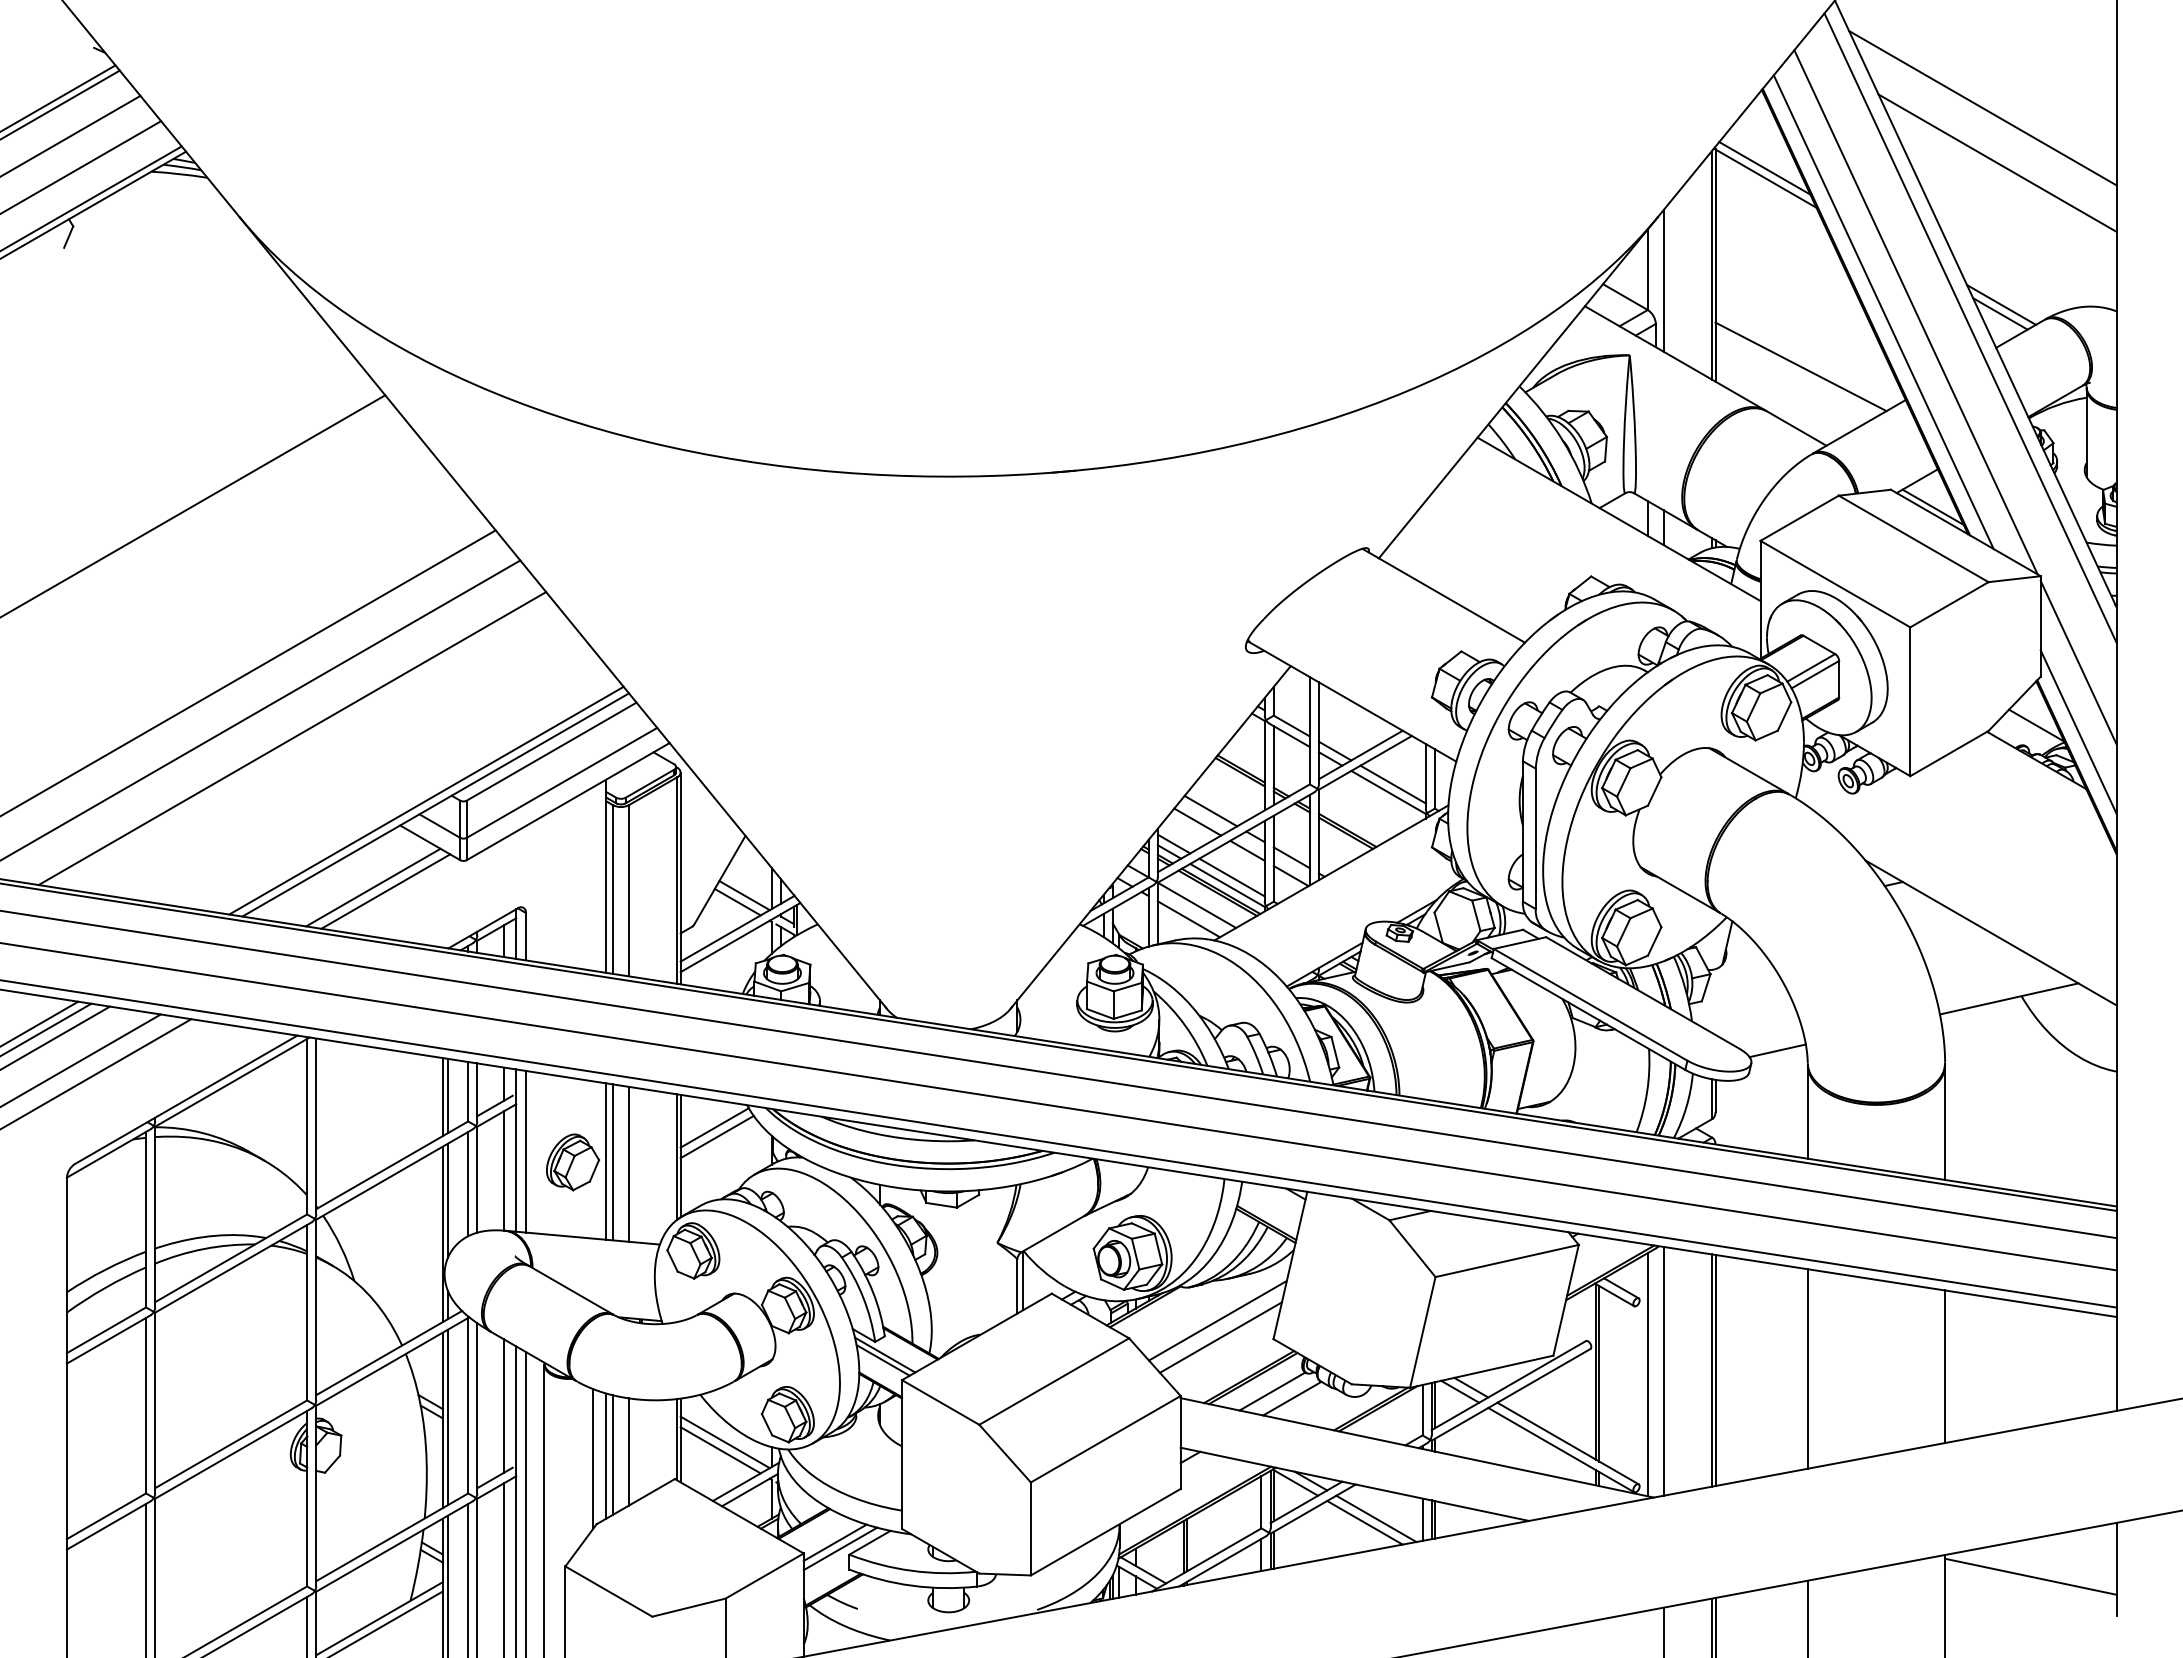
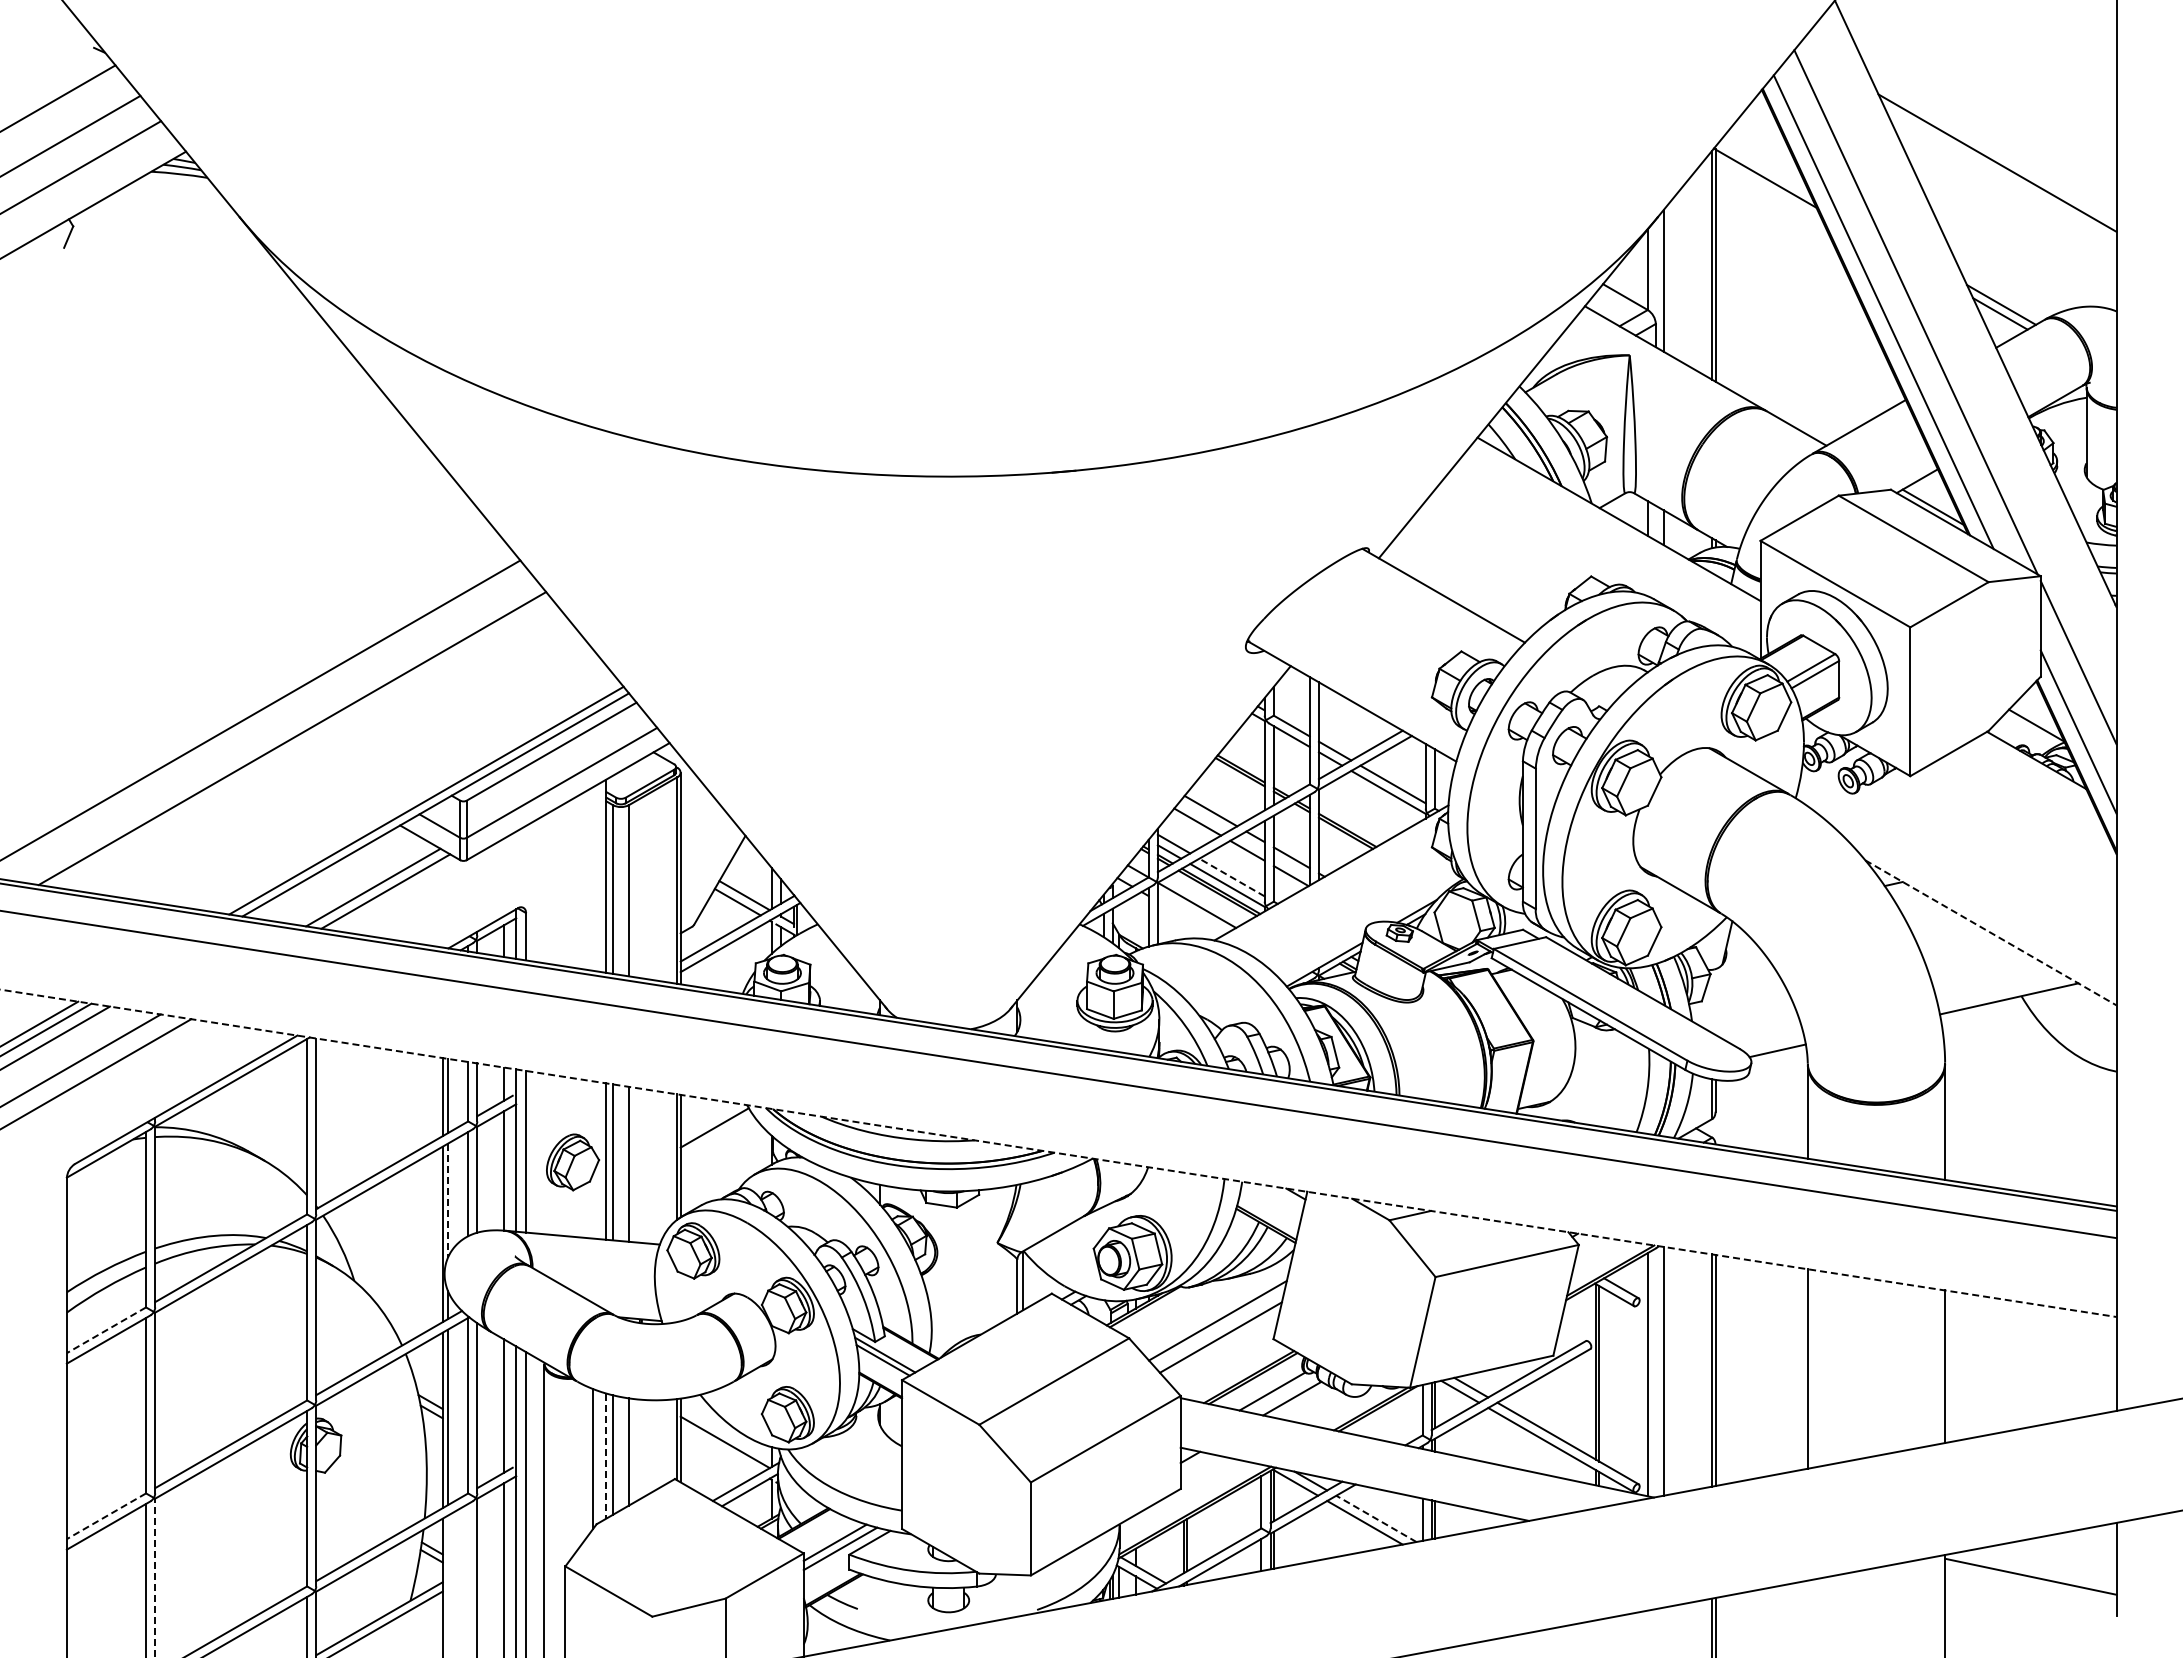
line at (60, 104): present -> none
line at (1982, 107): present -> none
line at (1764, 168): present -> none
line at (91, 198): present -> none
line at (1970, 327): present -> none
line at (1800, 366): present -> none
line at (193, 505): present -> none
line at (248, 672): present -> none
line at (1232, 877): solid -> dashed
line at (1188, 919): present -> none
line at (1990, 932): solid -> dashed
line at (1059, 1106): present -> none
line at (716, 1136): present -> none
line at (1059, 1143): present -> none
line at (1058, 1153): solid -> dashed
line at (447, 1201): solid -> dashed
line at (106, 1330): solid -> dashed
line at (720, 1450): present -> none
line at (606, 1456): solid -> dashed
line at (106, 1516): solid -> dashed
line at (1375, 1518): solid -> dashed
line at (155, 1577): solid -> dashed
line at (468, 1578): present -> none
line at (447, 1584): present -> none
line at (1807, 1617): present -> none
line at (1663, 1630): present -> none
